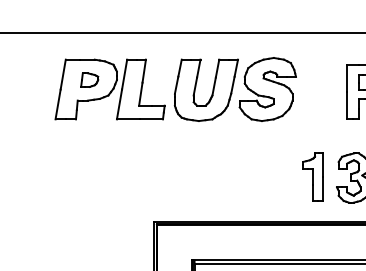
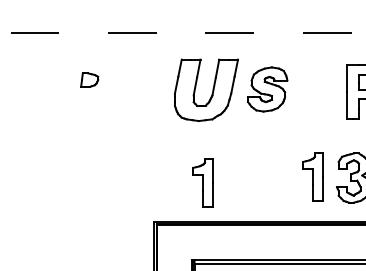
line at (183, 32): solid -> dashed
part at (109, 89): present -> none
part at (267, 89) size: 59x65 px -> 42x47 px
part at (202, 182): none -> present
